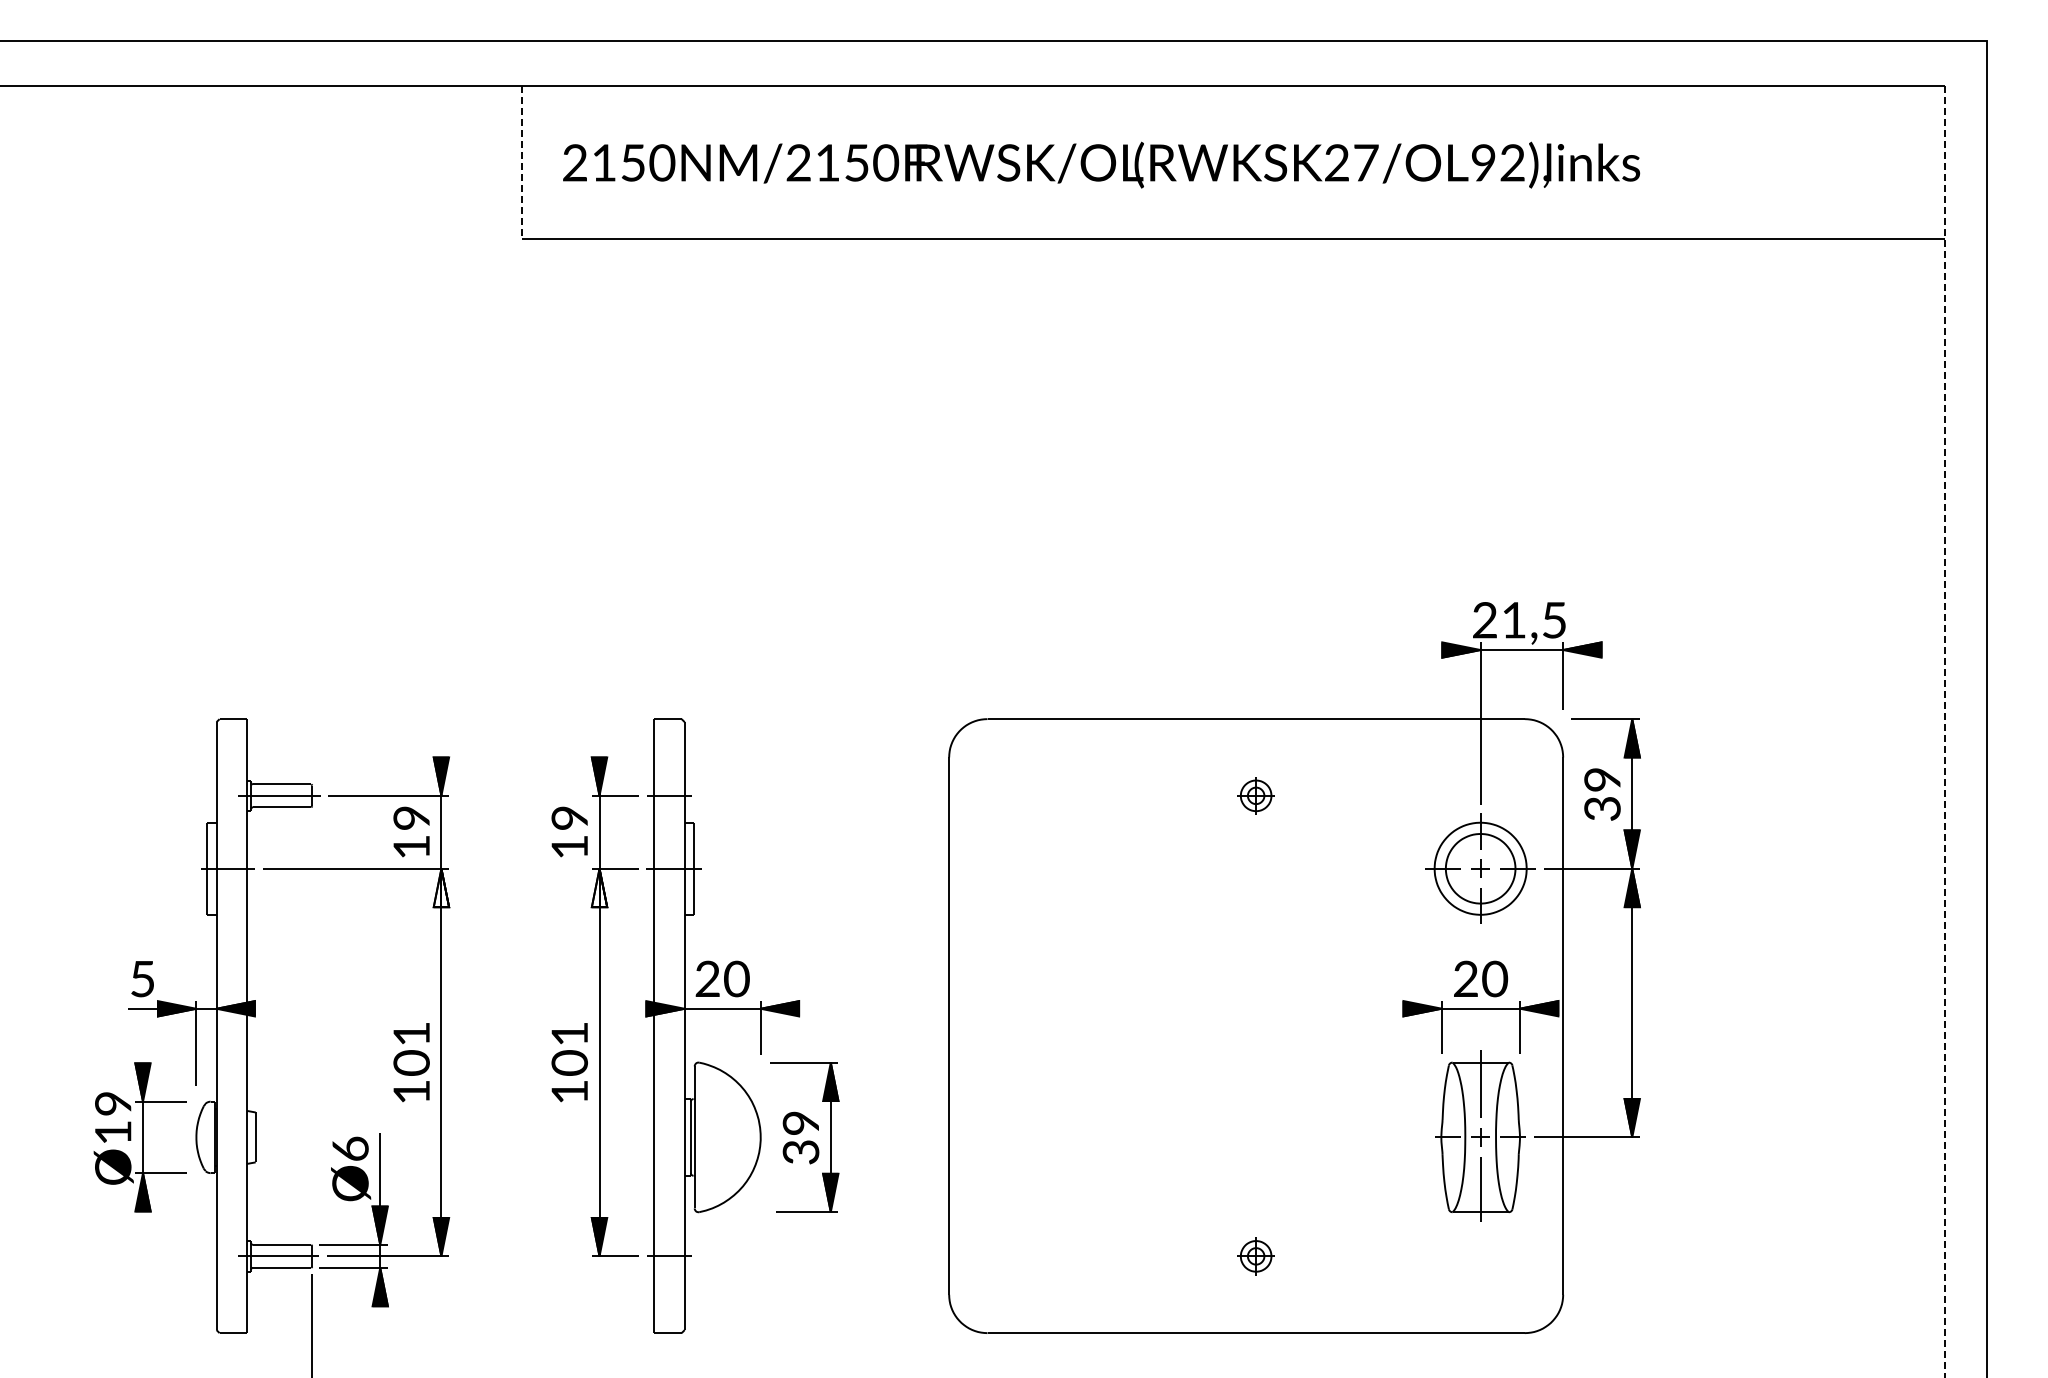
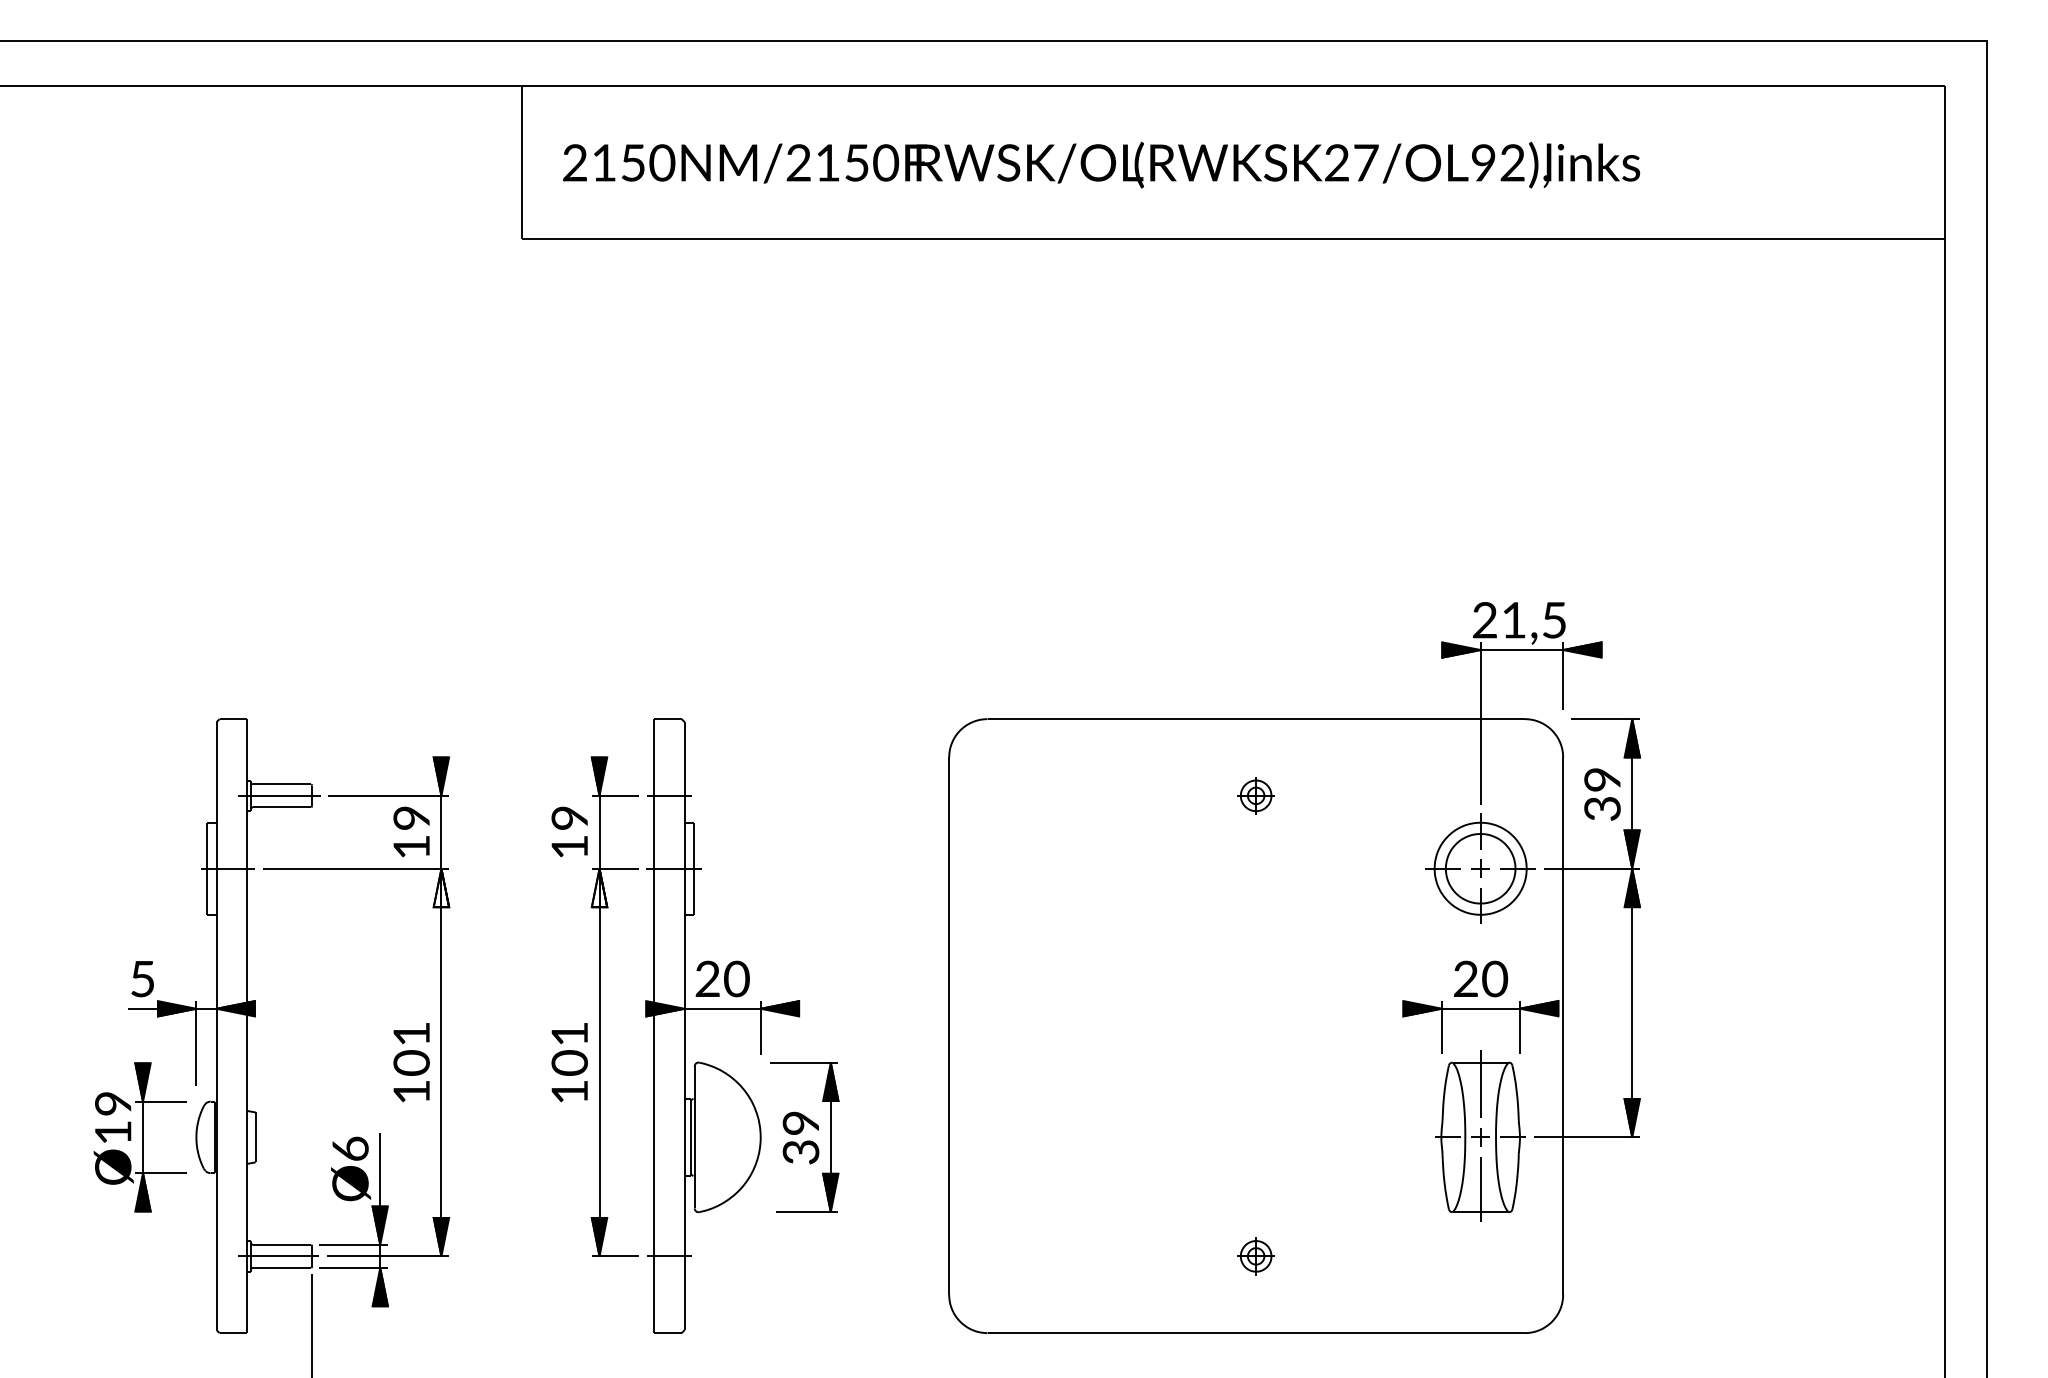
line at (522, 162): dashed -> solid
line at (1945, 731): dashed -> solid
